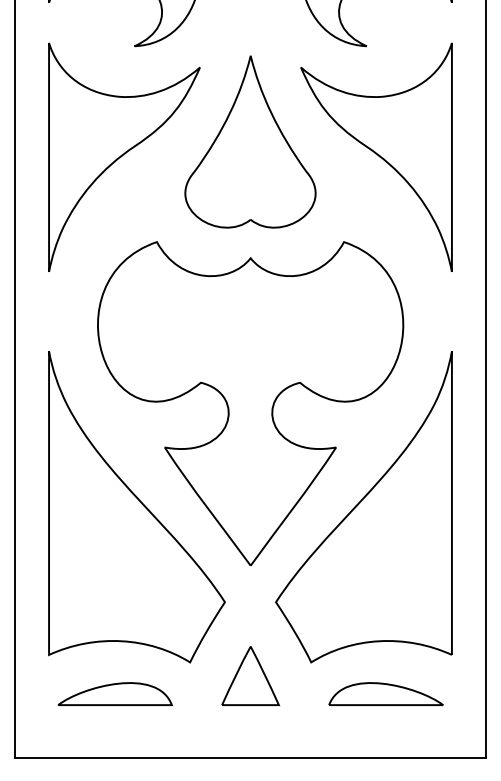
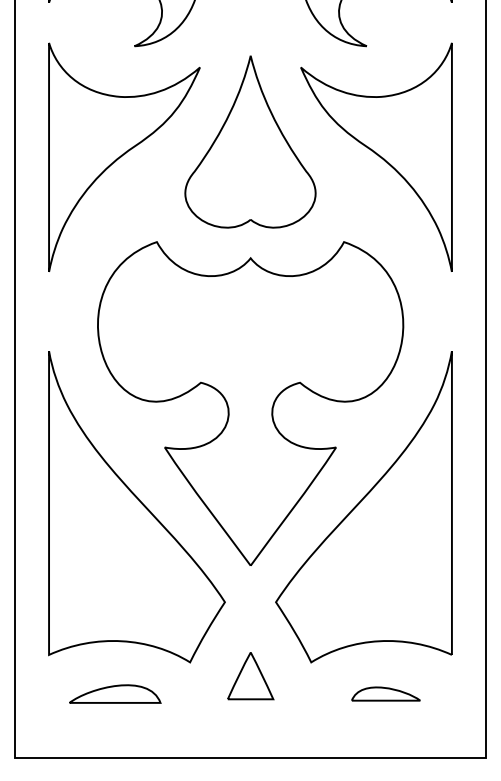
part at (250, 675) size: 60x60 px -> 48x49 px
part at (114, 693) size: 116x24 px -> 93x20 px
part at (385, 693) size: 116x24 px -> 70x16 px
